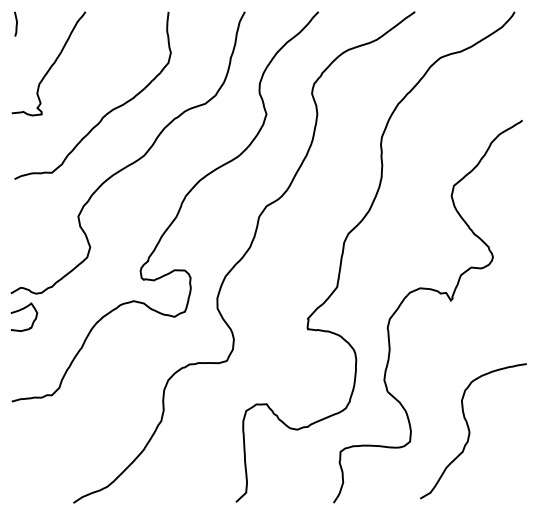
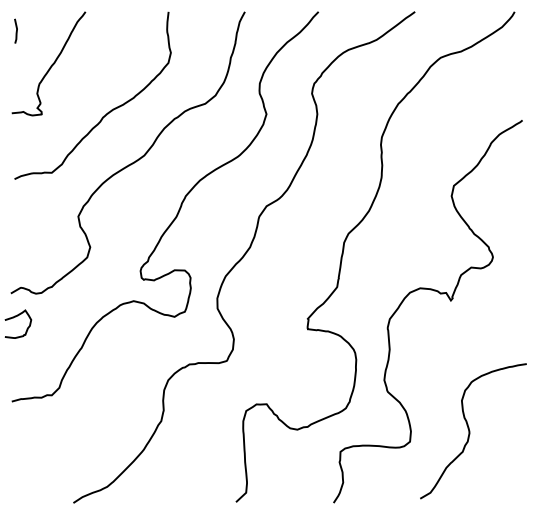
line at (16, 23) position: (16, 23) -> (16, 30)
curve at (21, 310) position: (21, 310) -> (15, 317)
